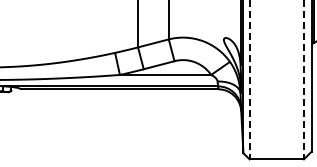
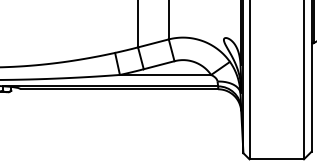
line at (249, 80): dashed -> solid
line at (303, 80): dashed -> solid
